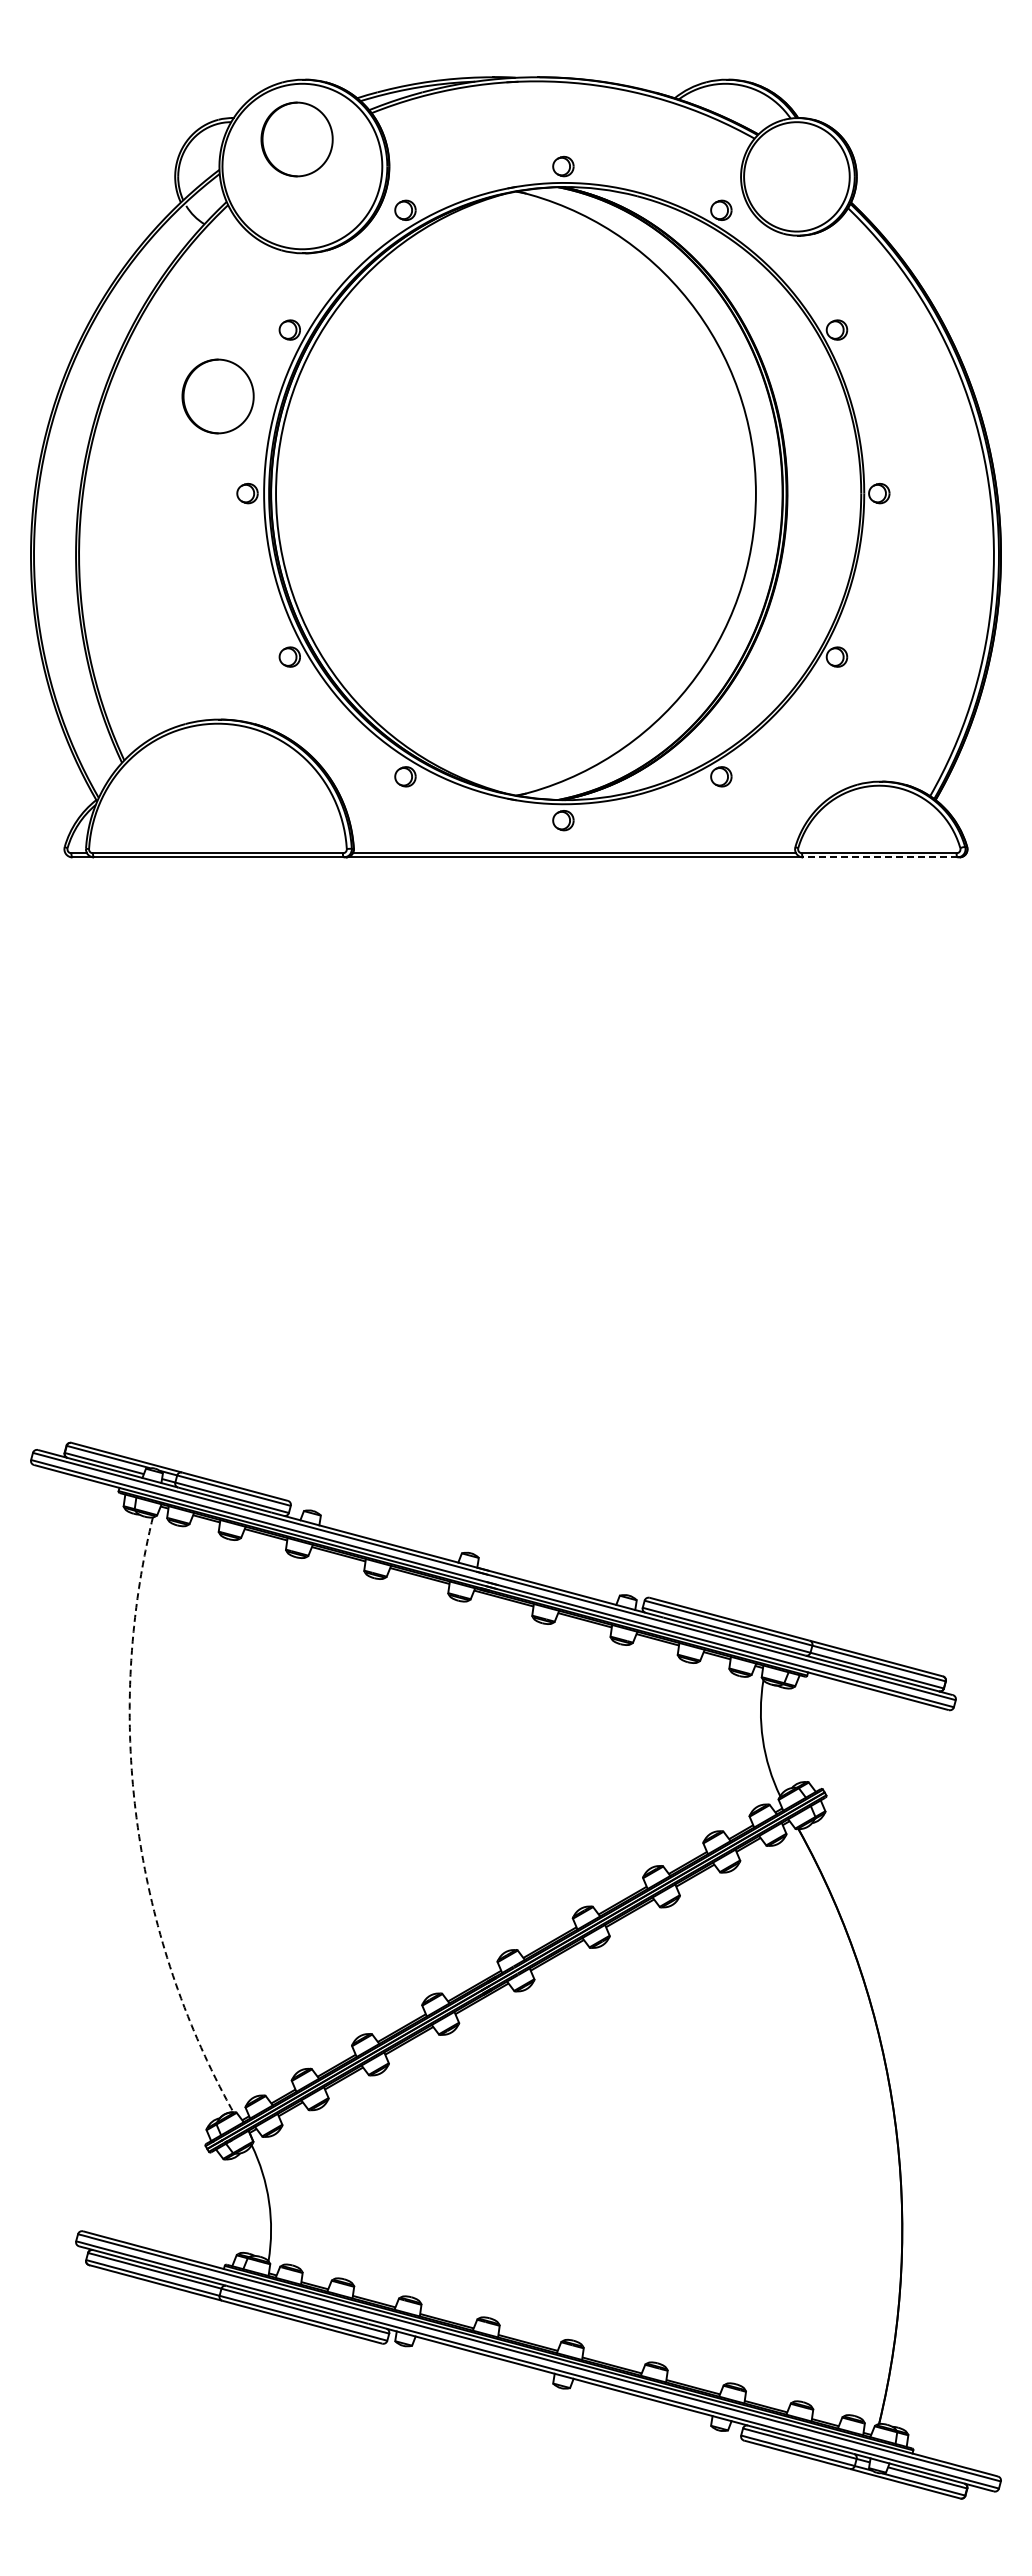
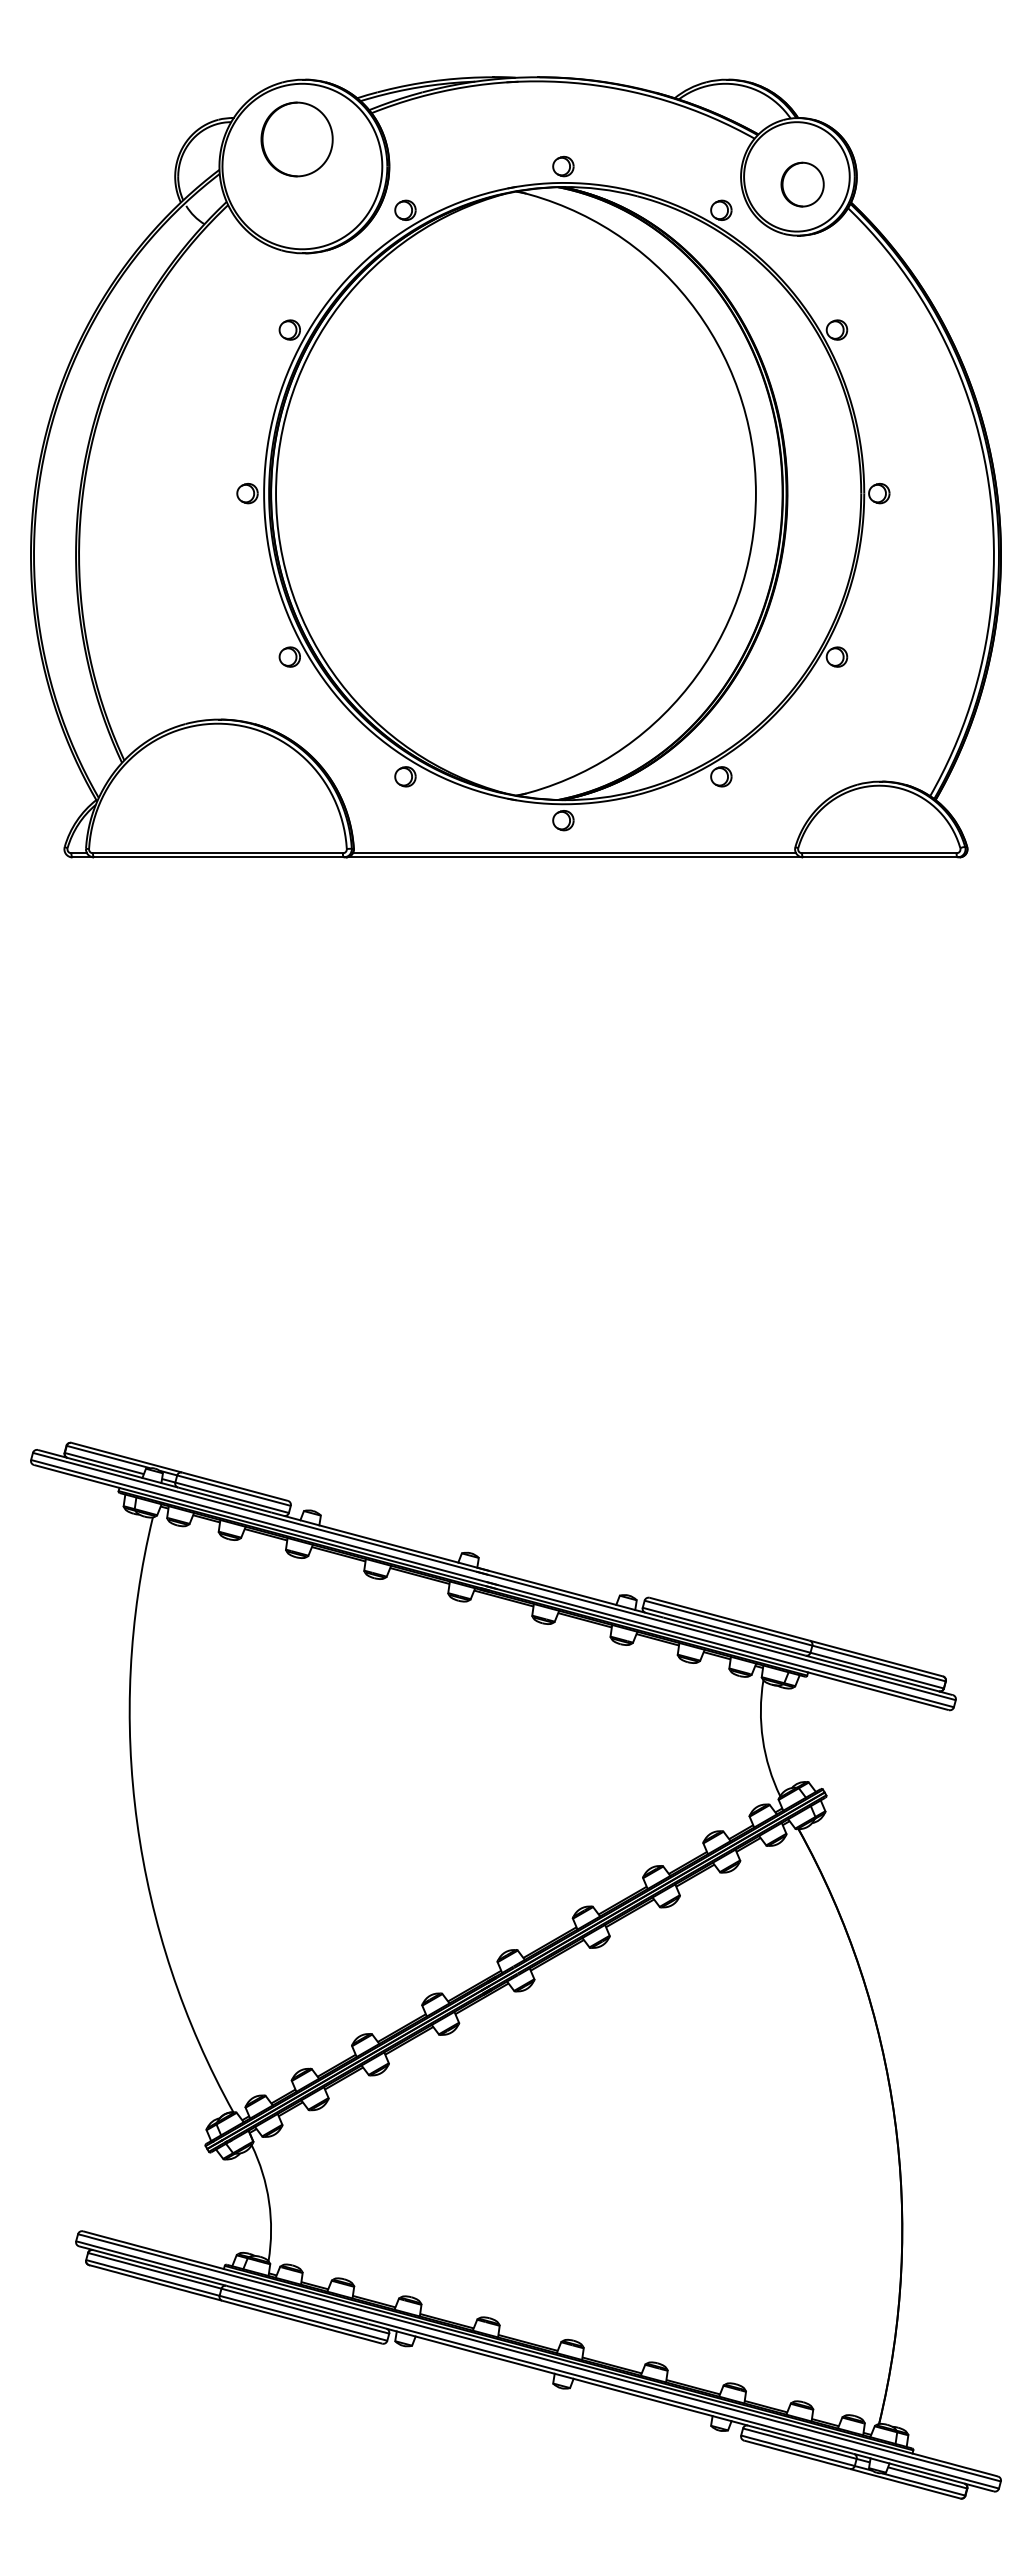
part at (802, 184): none -> present
part at (217, 396): present -> none
line at (879, 857): dashed -> solid
arc at (137, 1822): dashed -> solid
